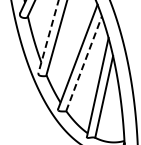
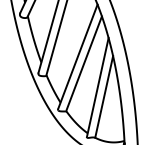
line at (48, 37): dashed -> solid
line at (84, 63): dashed -> solid
